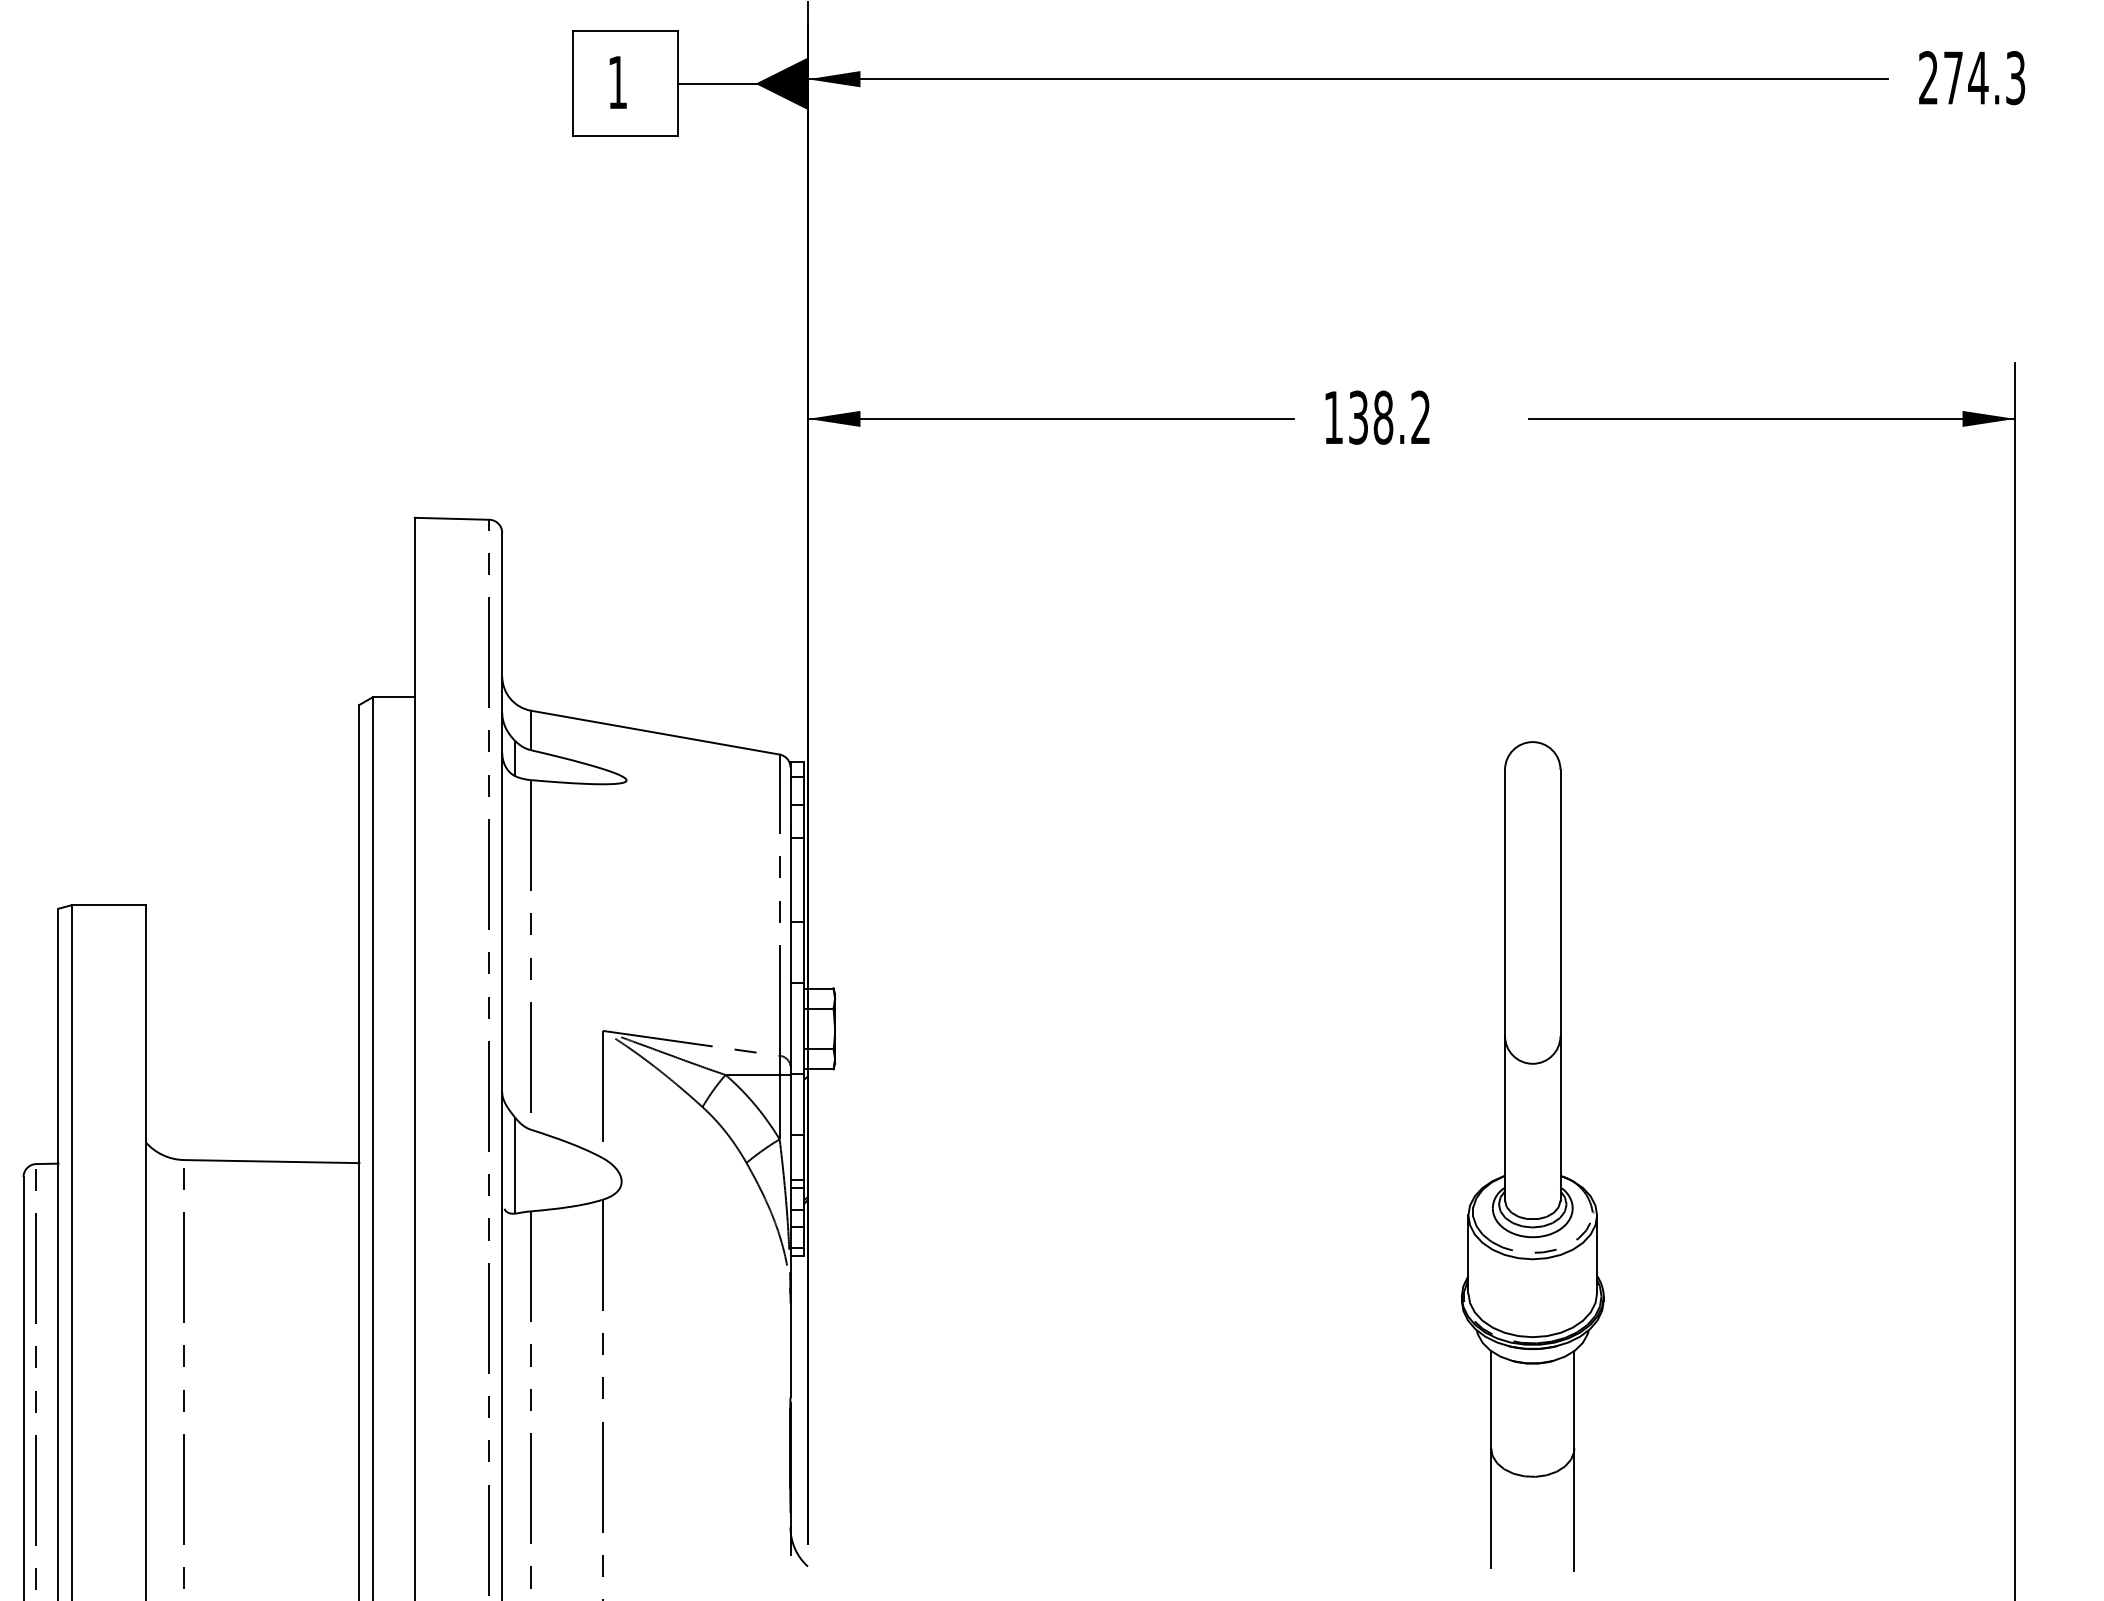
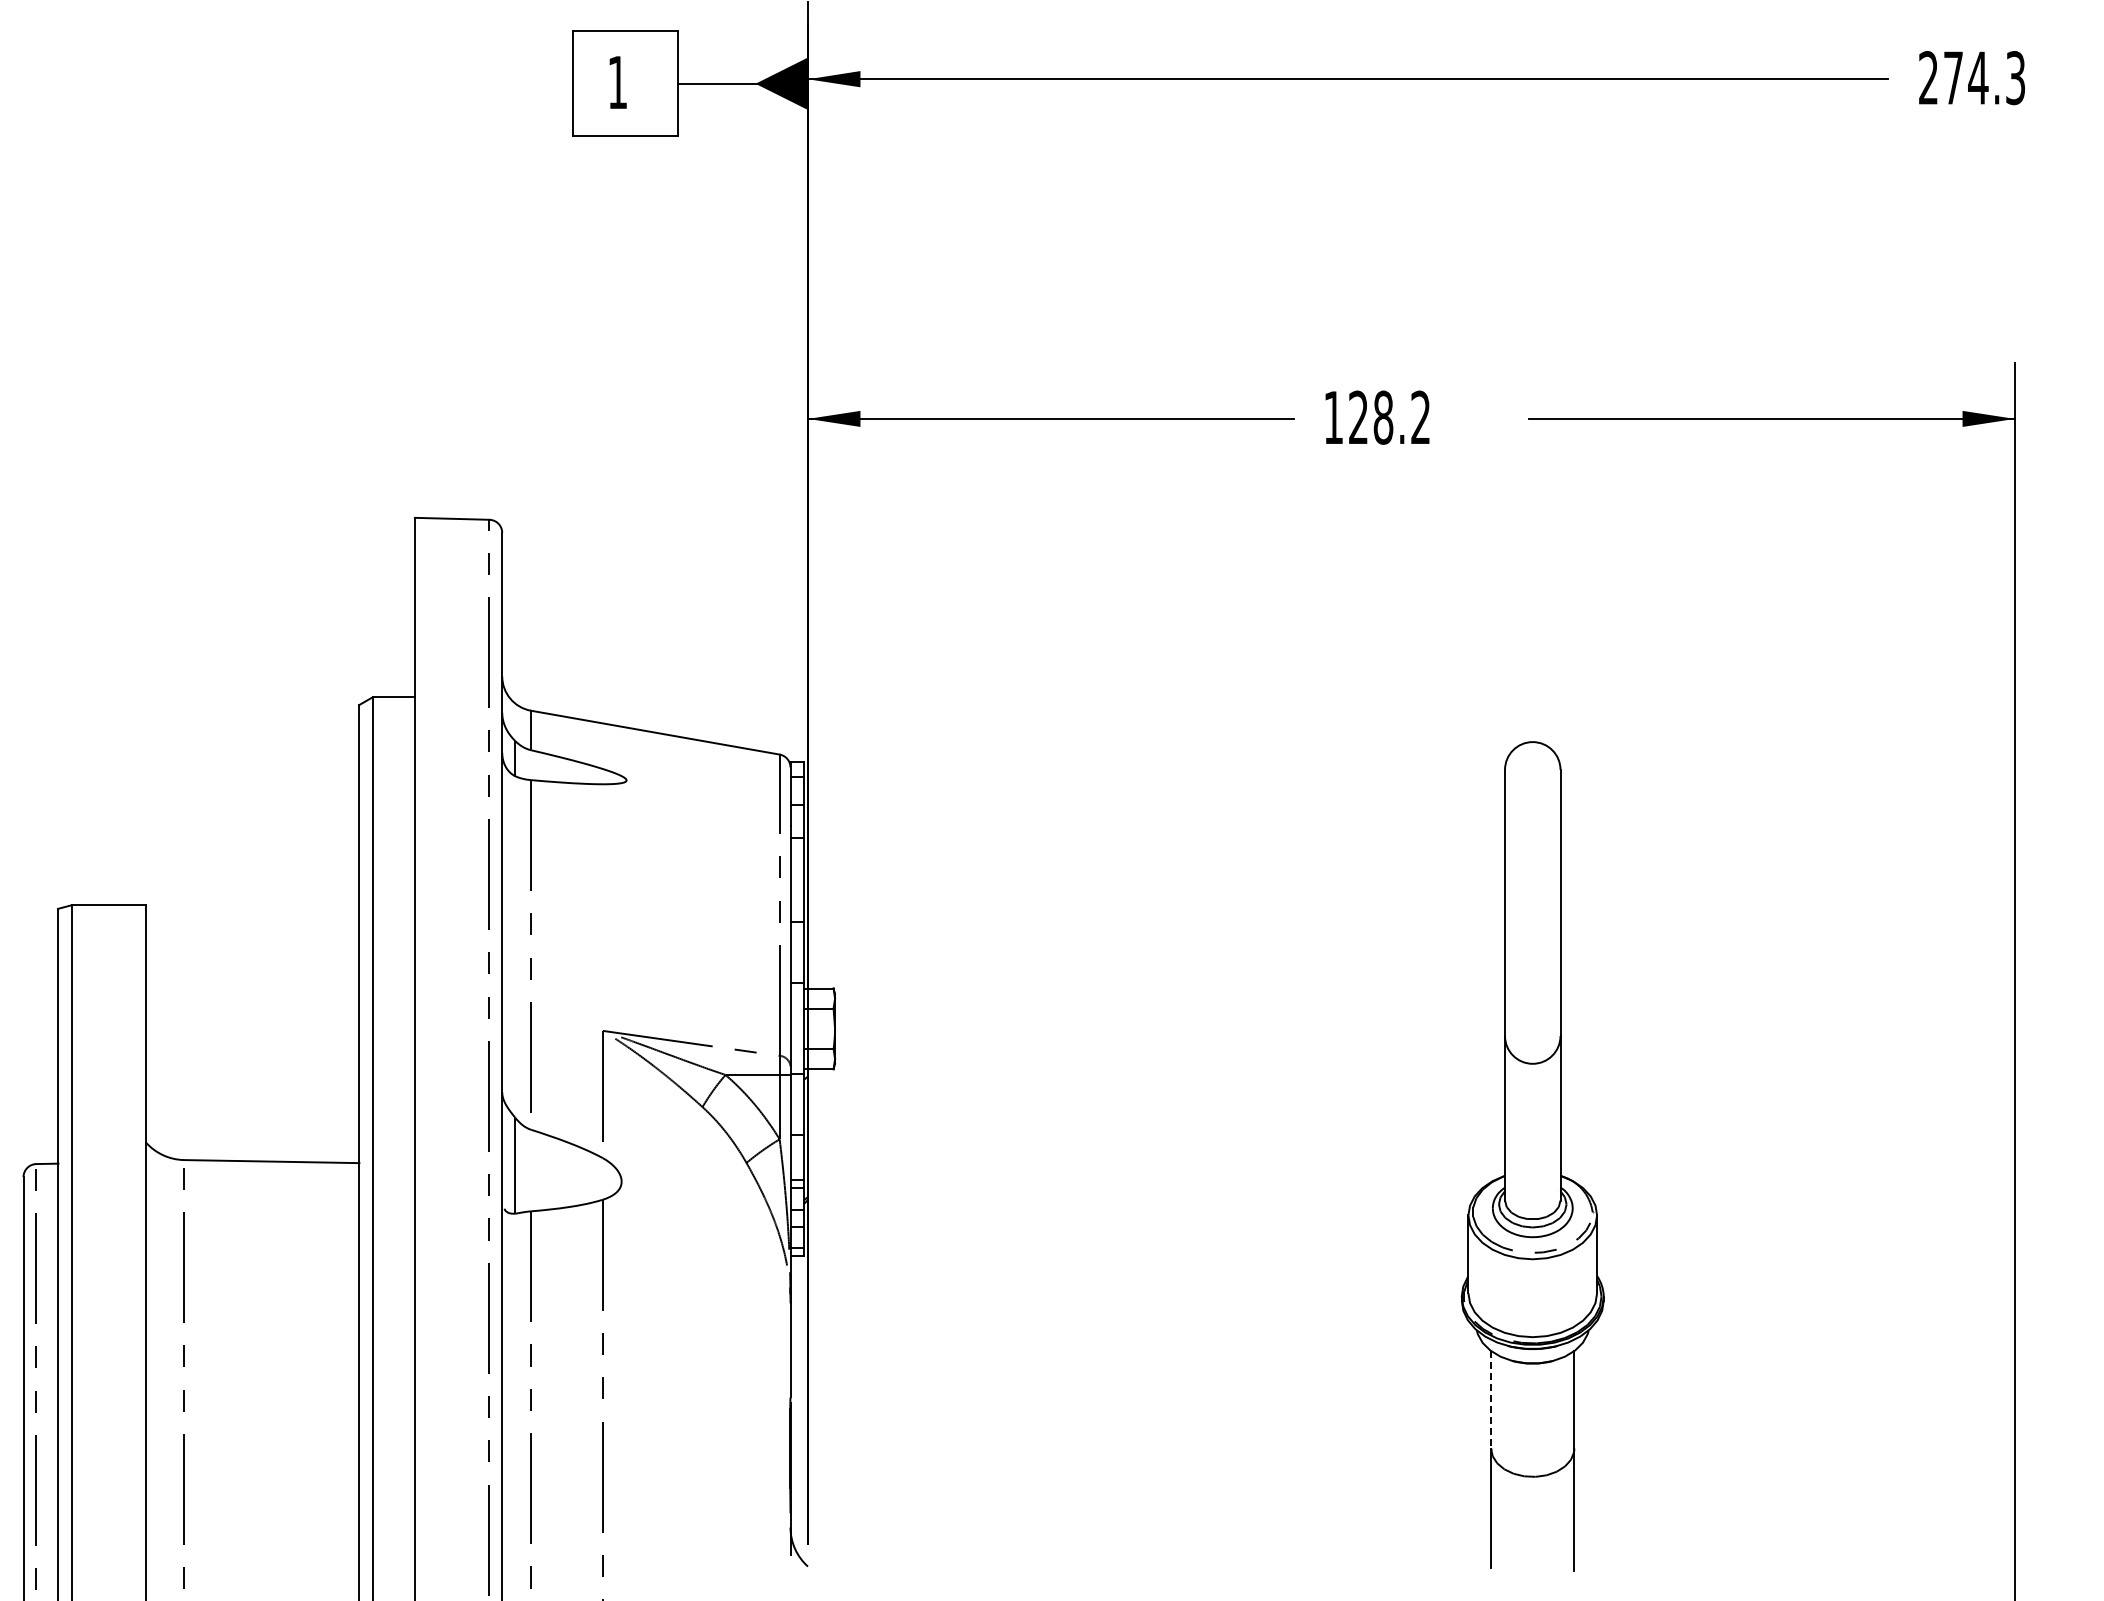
text at (1358, 417): 138.2 -> 128.2
line at (1491, 1399): solid -> dashed
